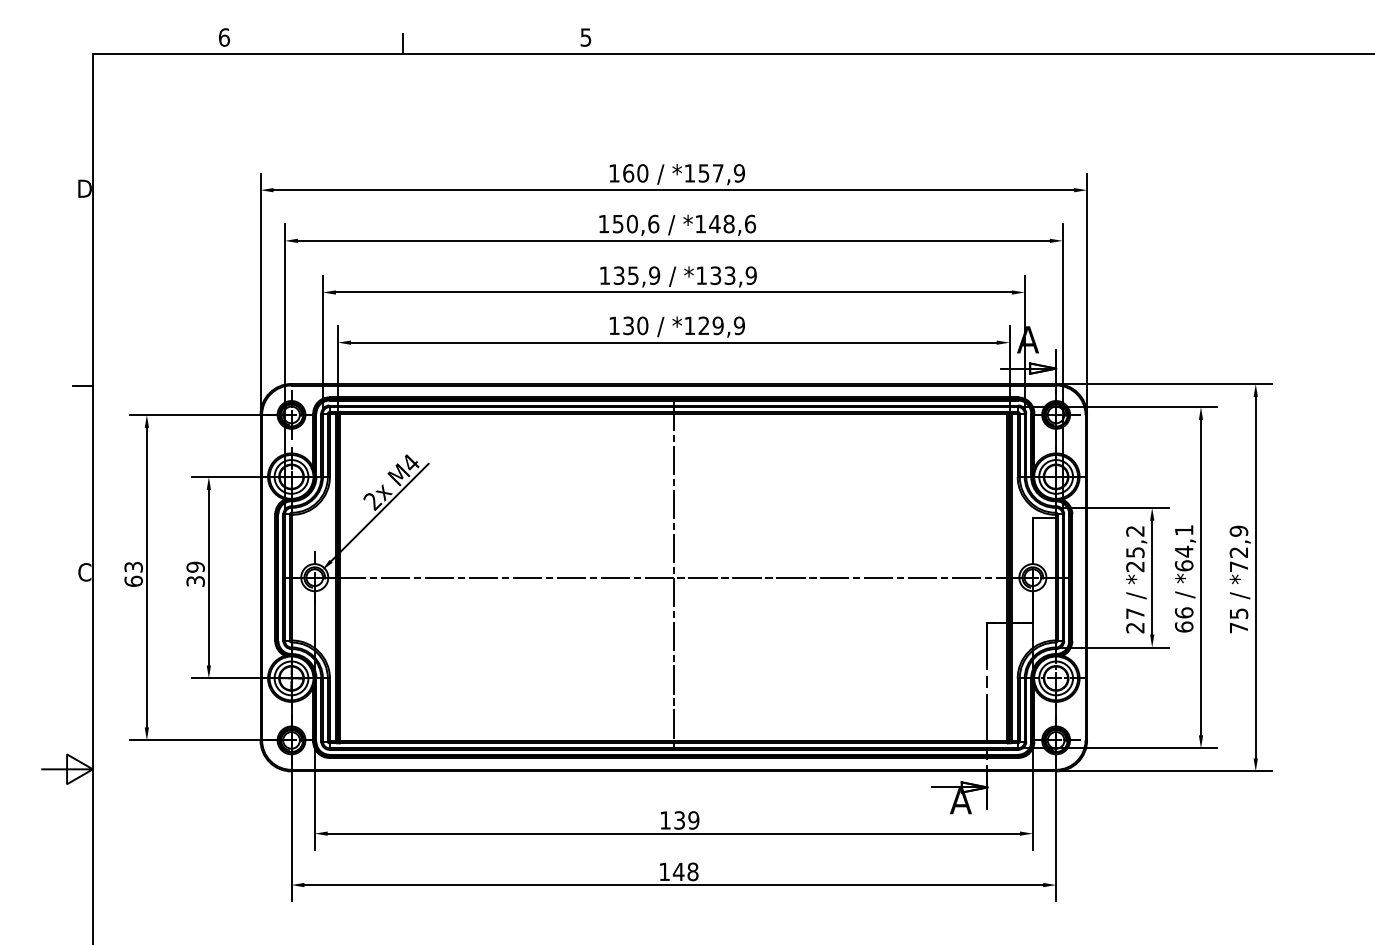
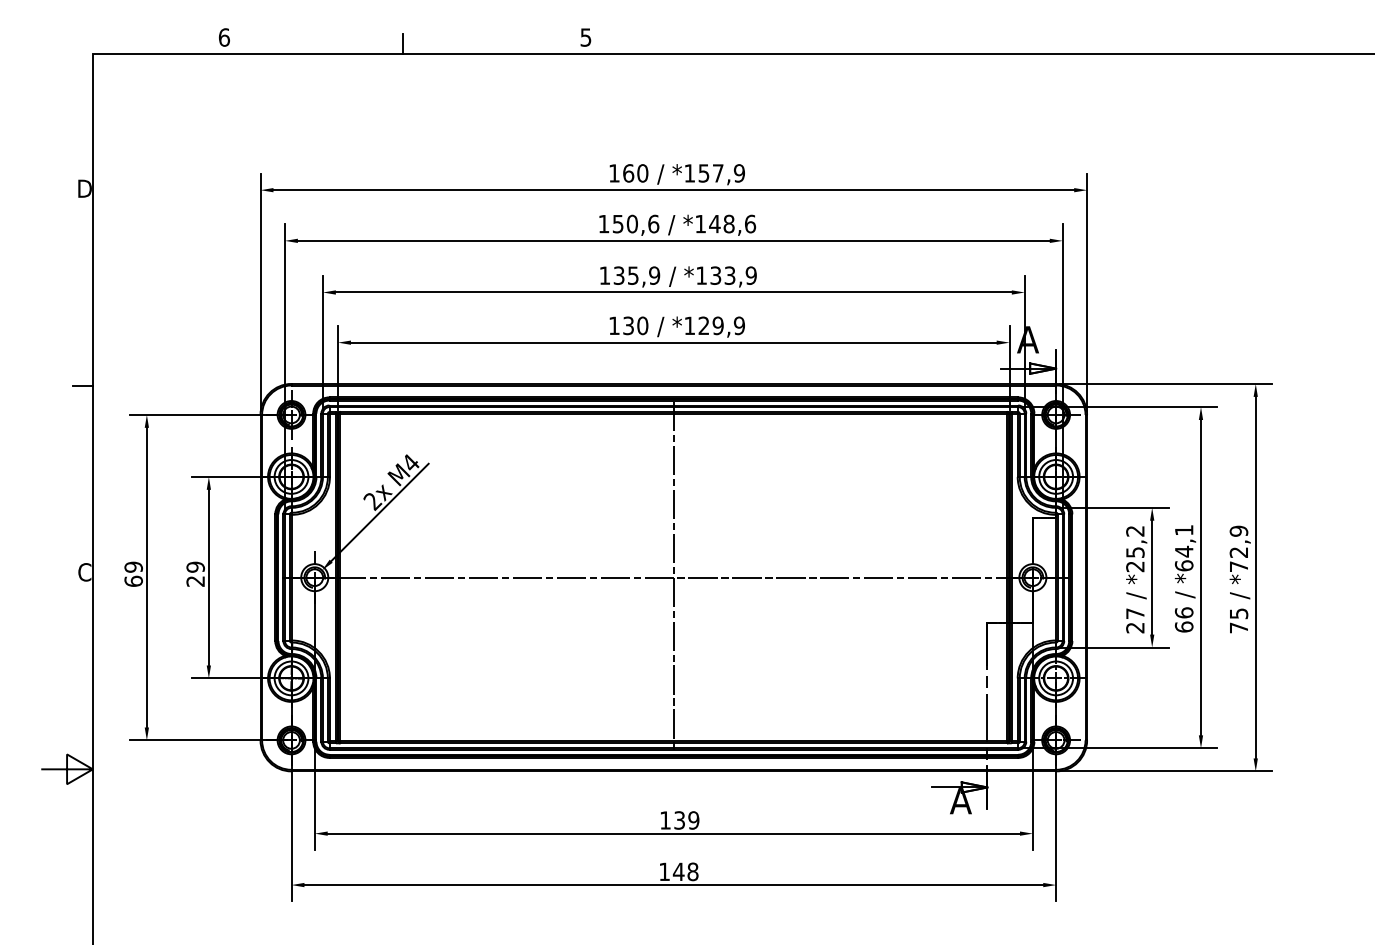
text at (133, 566): 63 -> 69
text at (195, 581): 39 -> 29
